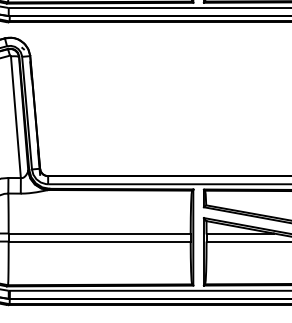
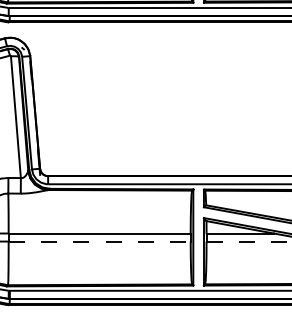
line at (100, 241): solid -> dashed
line at (249, 241): solid -> dashed
